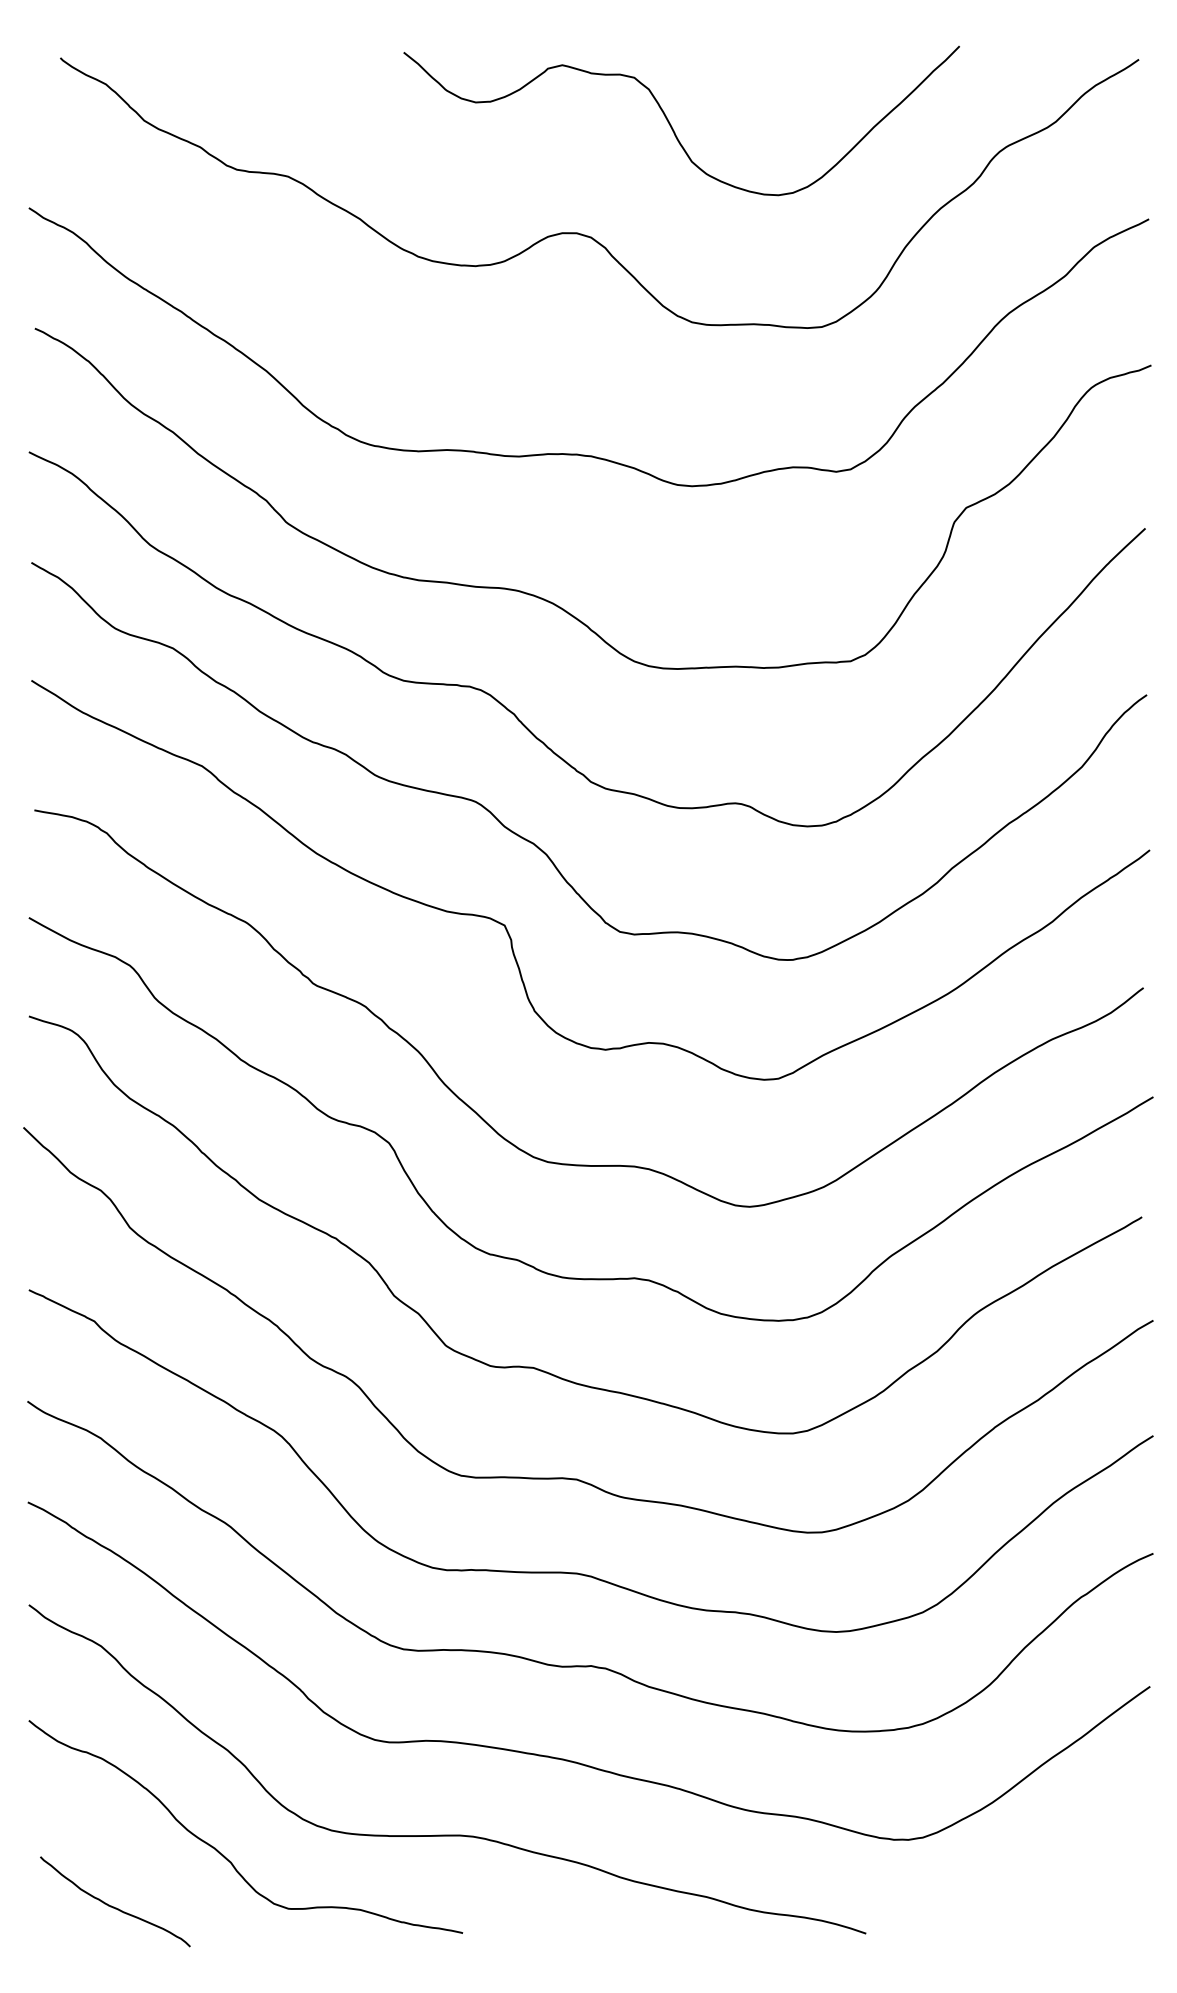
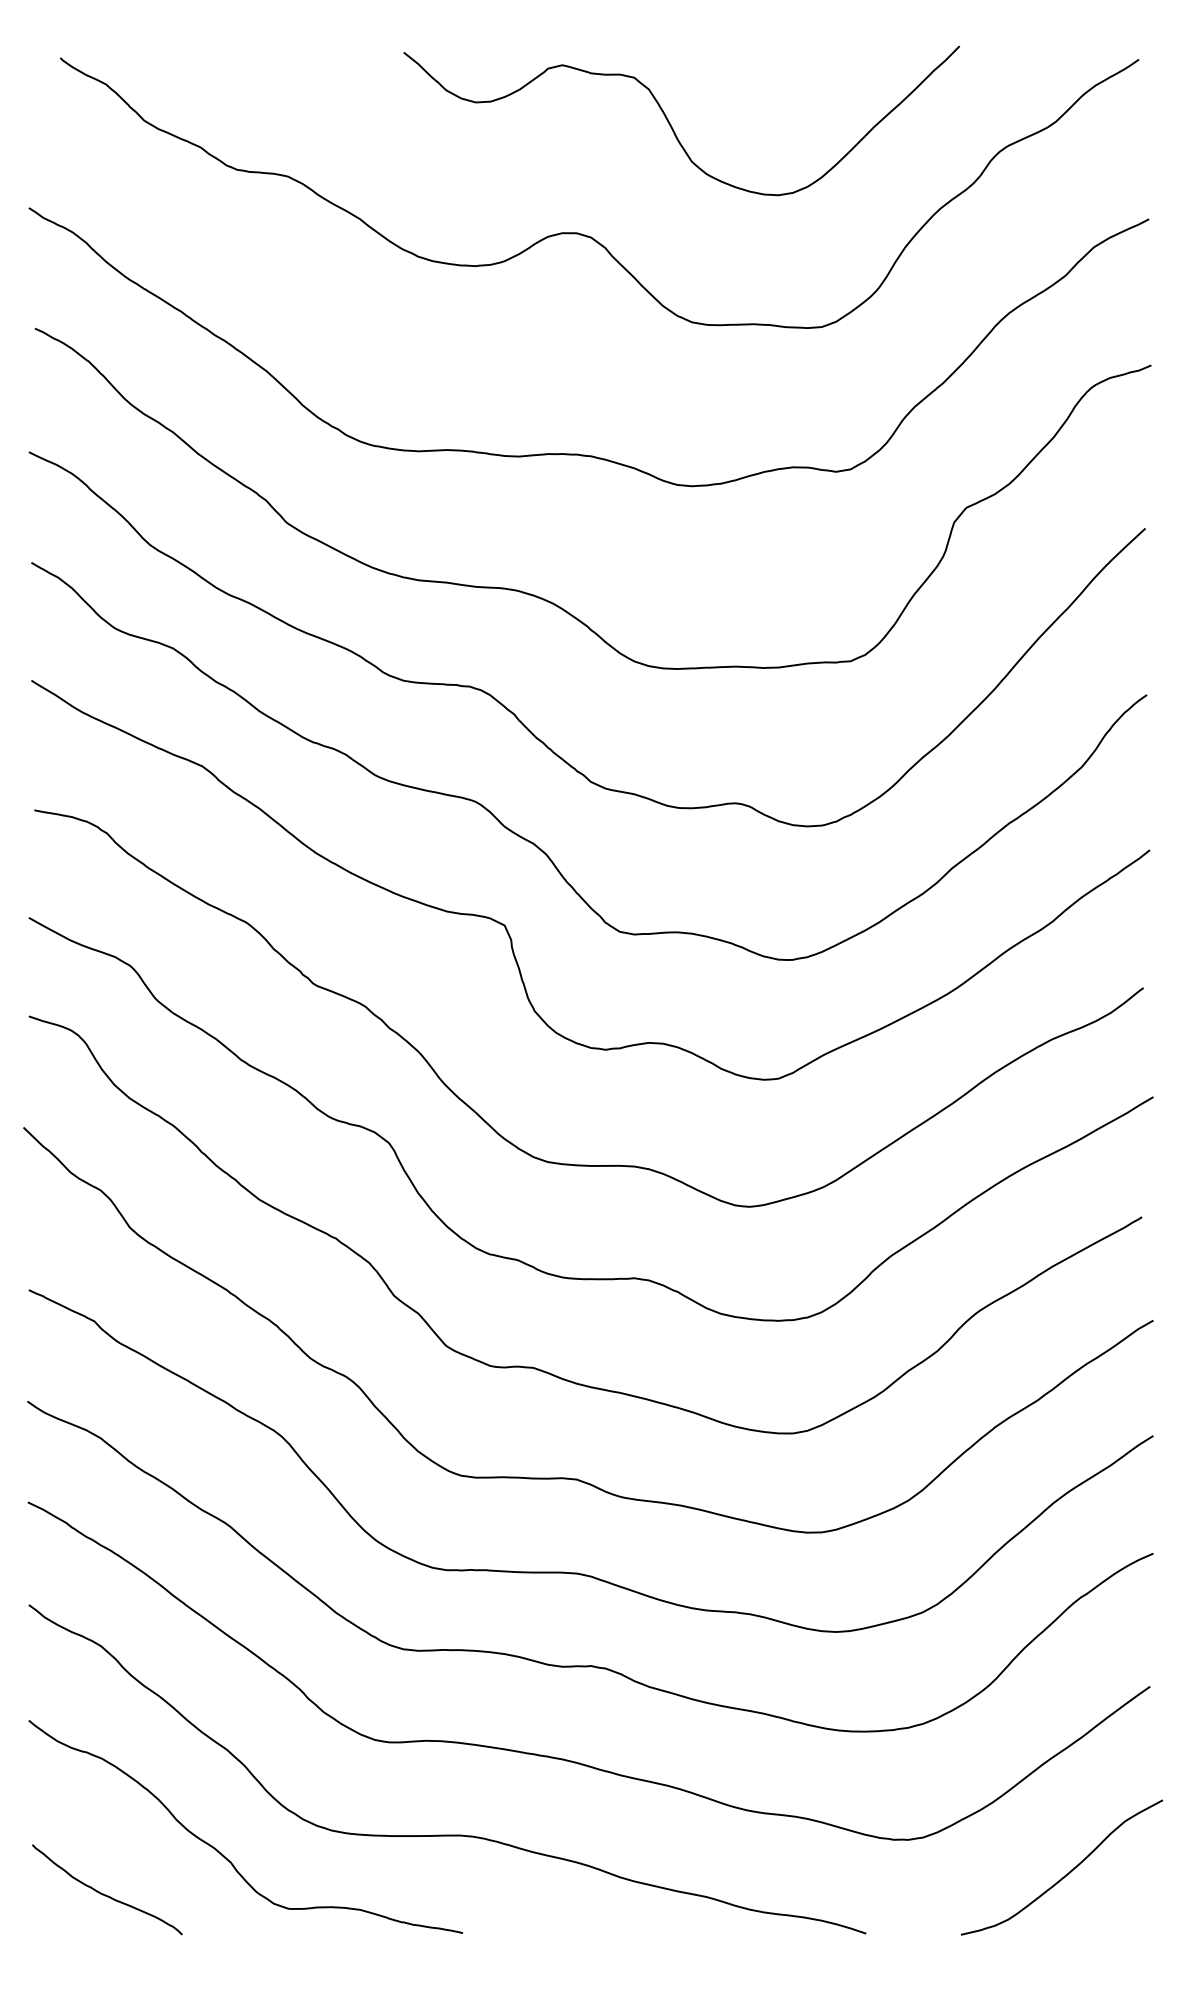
curve at (1065, 1874): none -> present
curve at (114, 1906) position: (114, 1906) -> (106, 1894)
